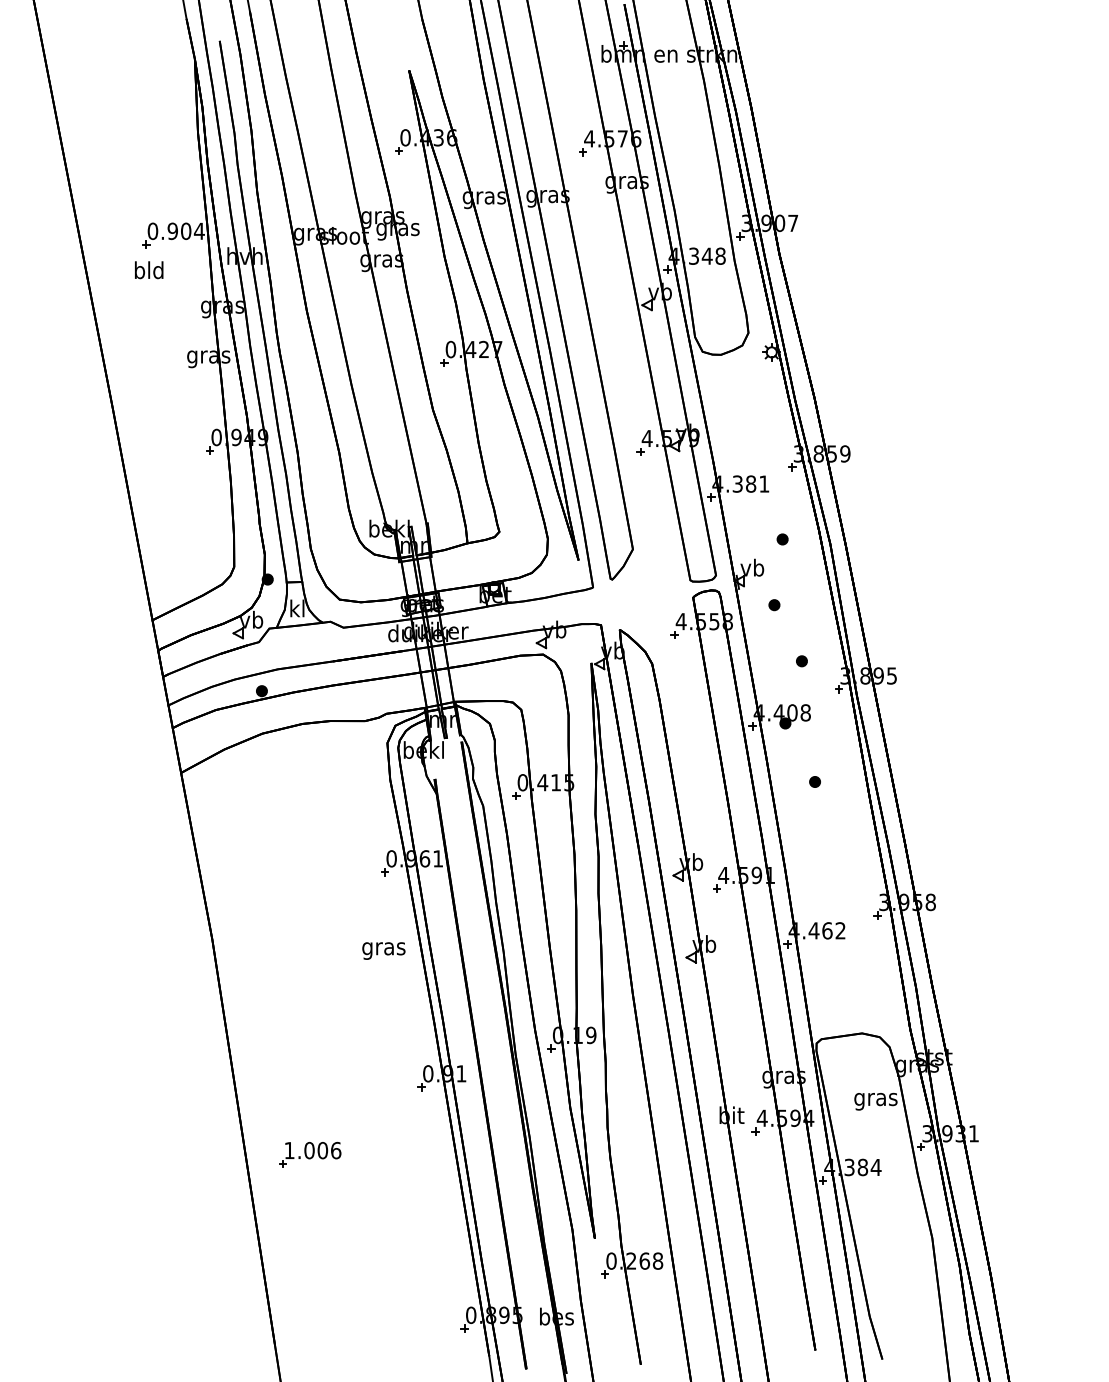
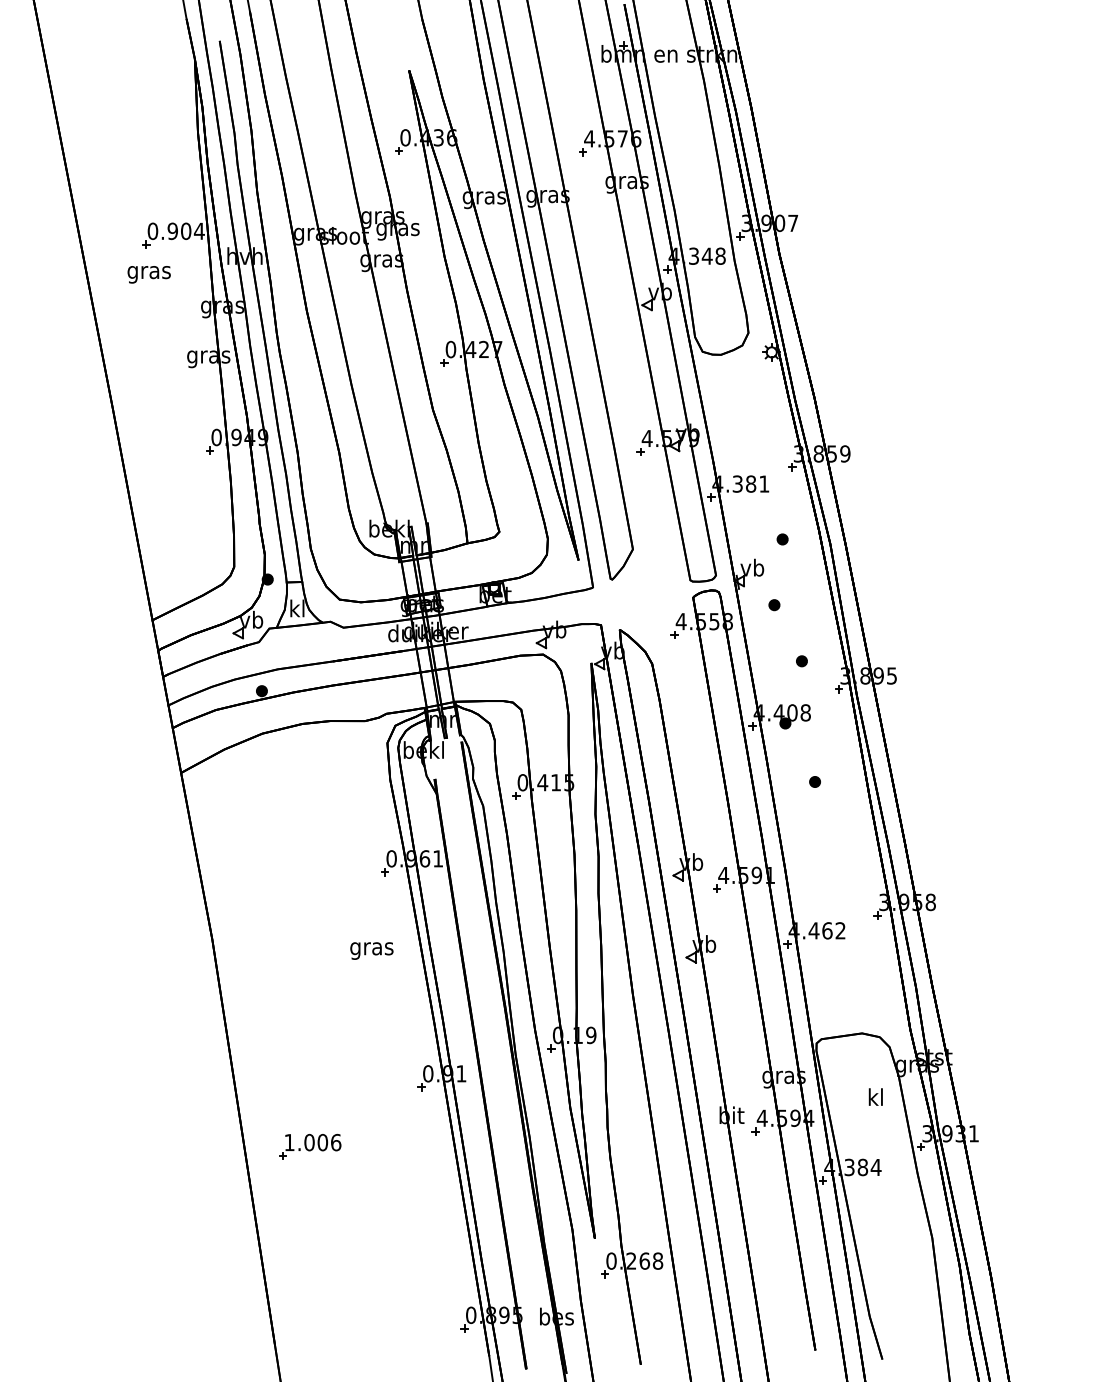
text at (148, 272): bld -> gras
text at (383, 950) position: (383, 950) -> (371, 950)
text at (875, 1099): gras -> kl
part at (310, 1154) position: (310, 1154) -> (310, 1146)
